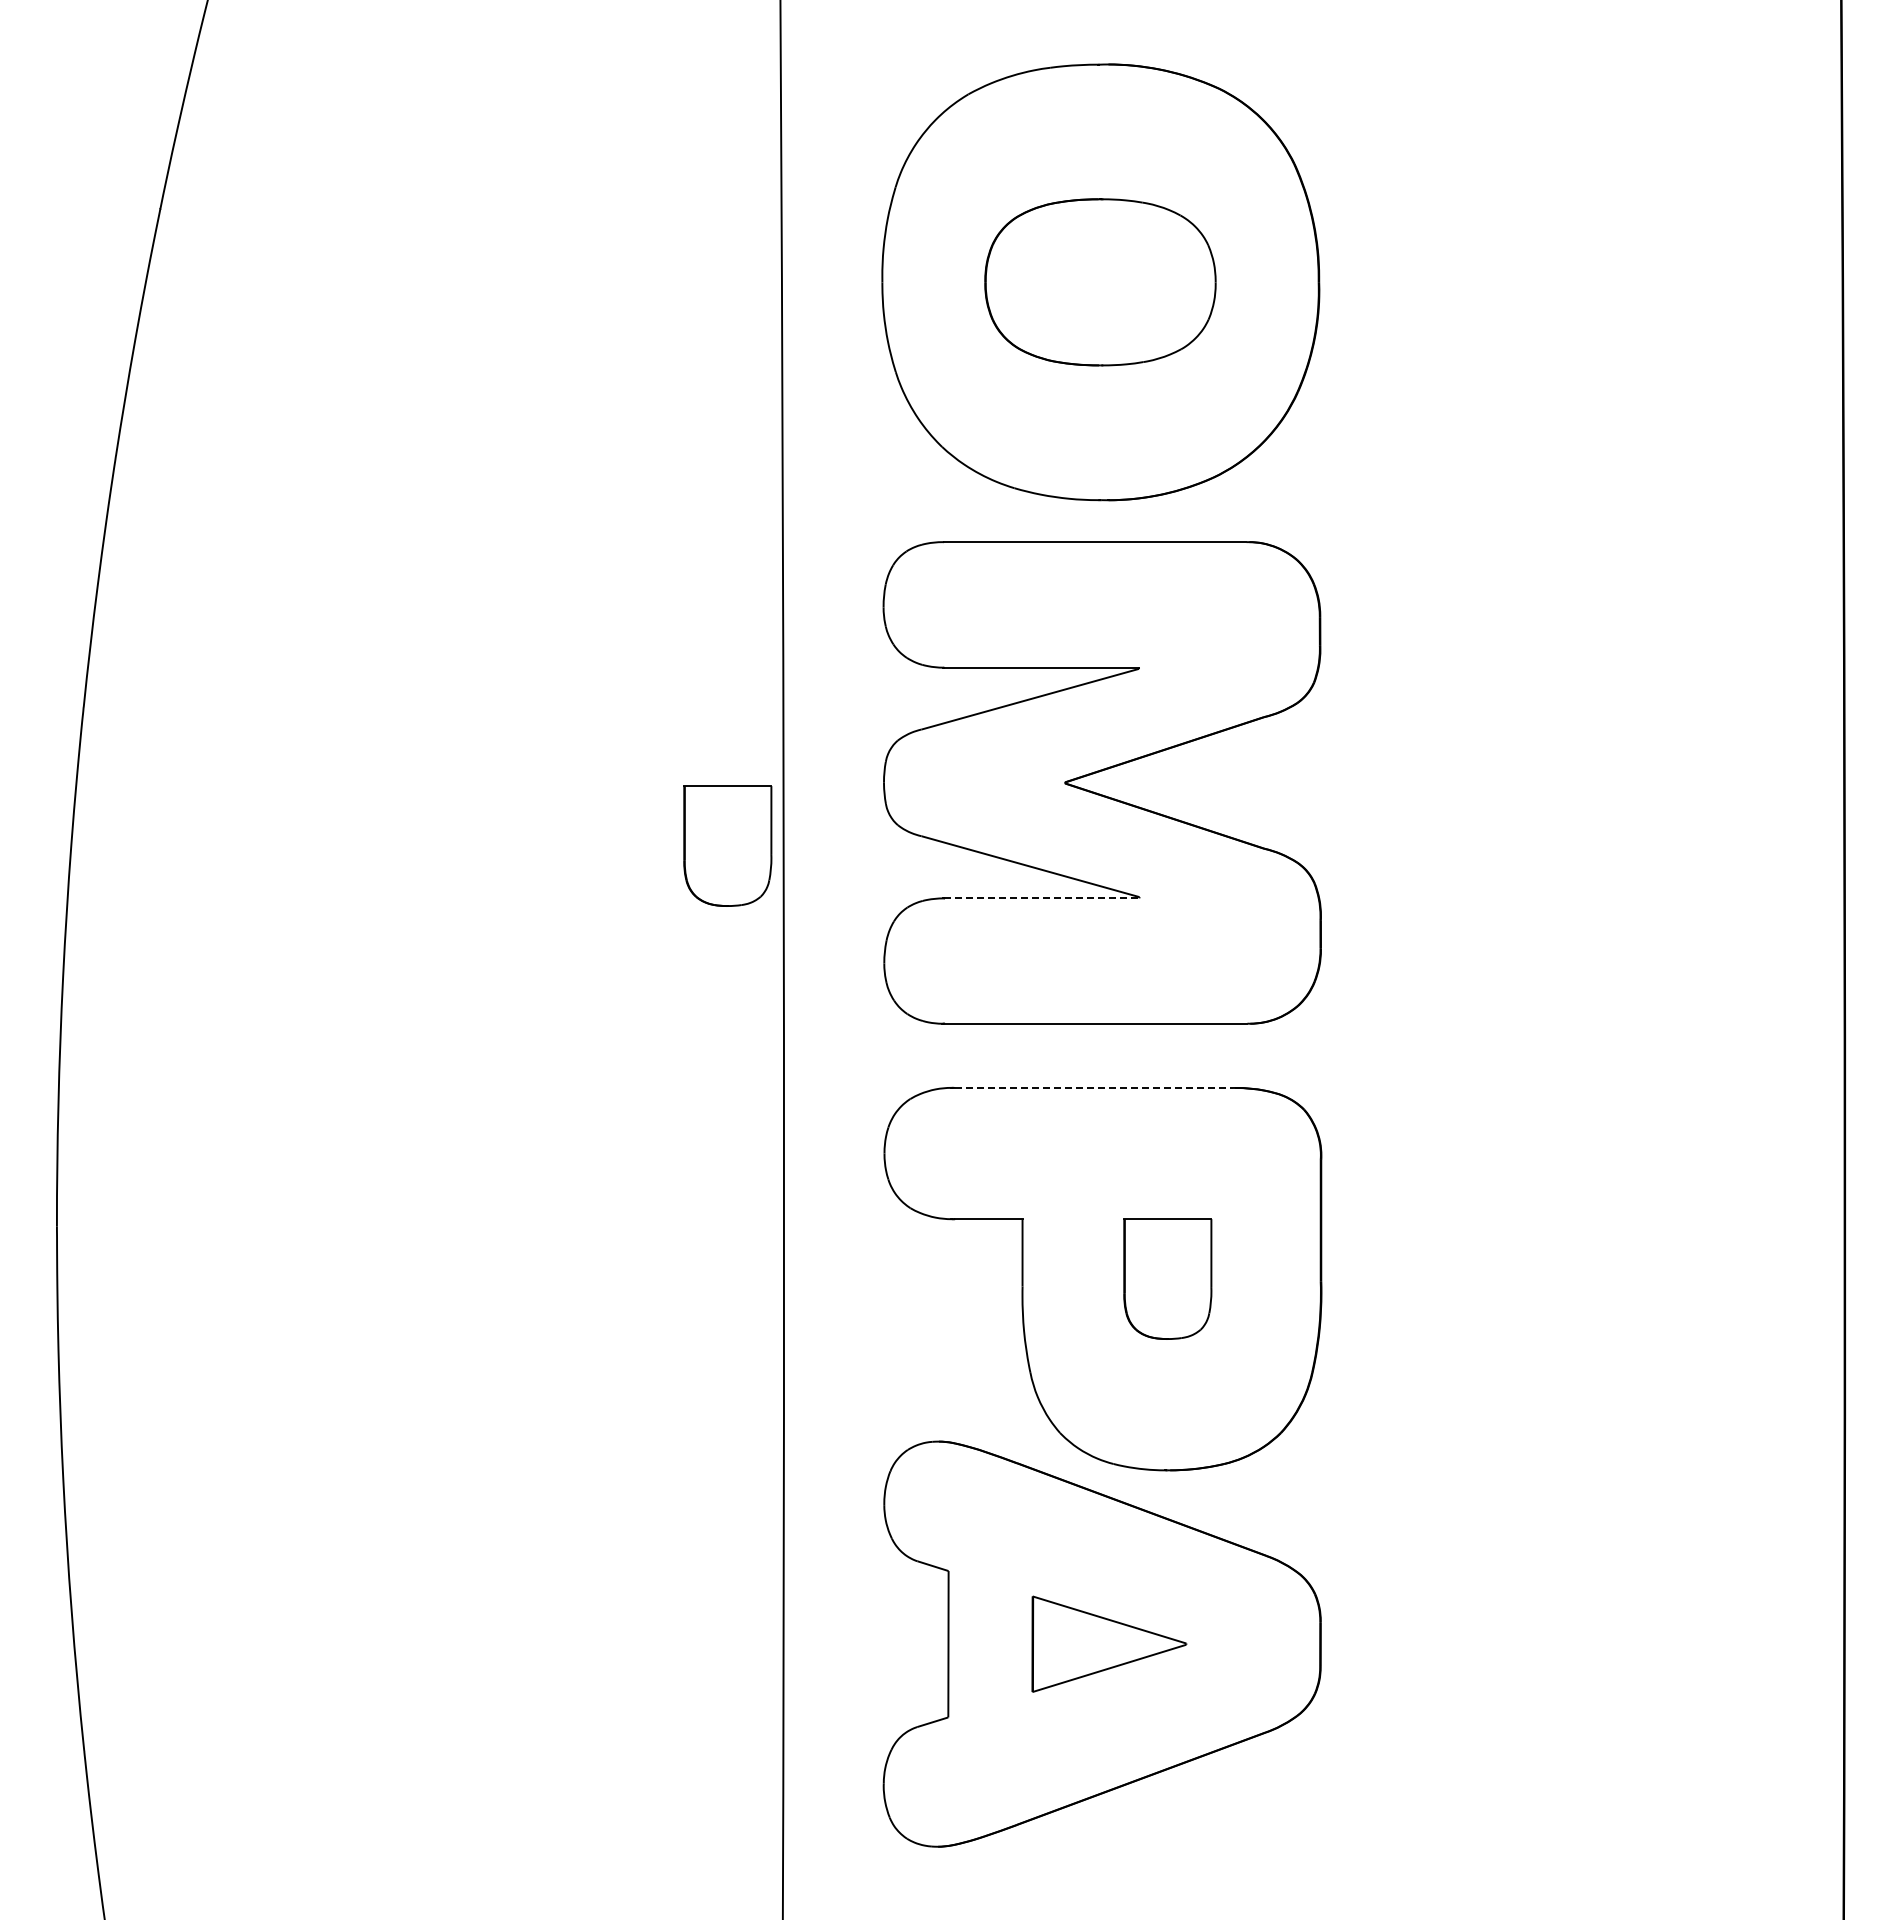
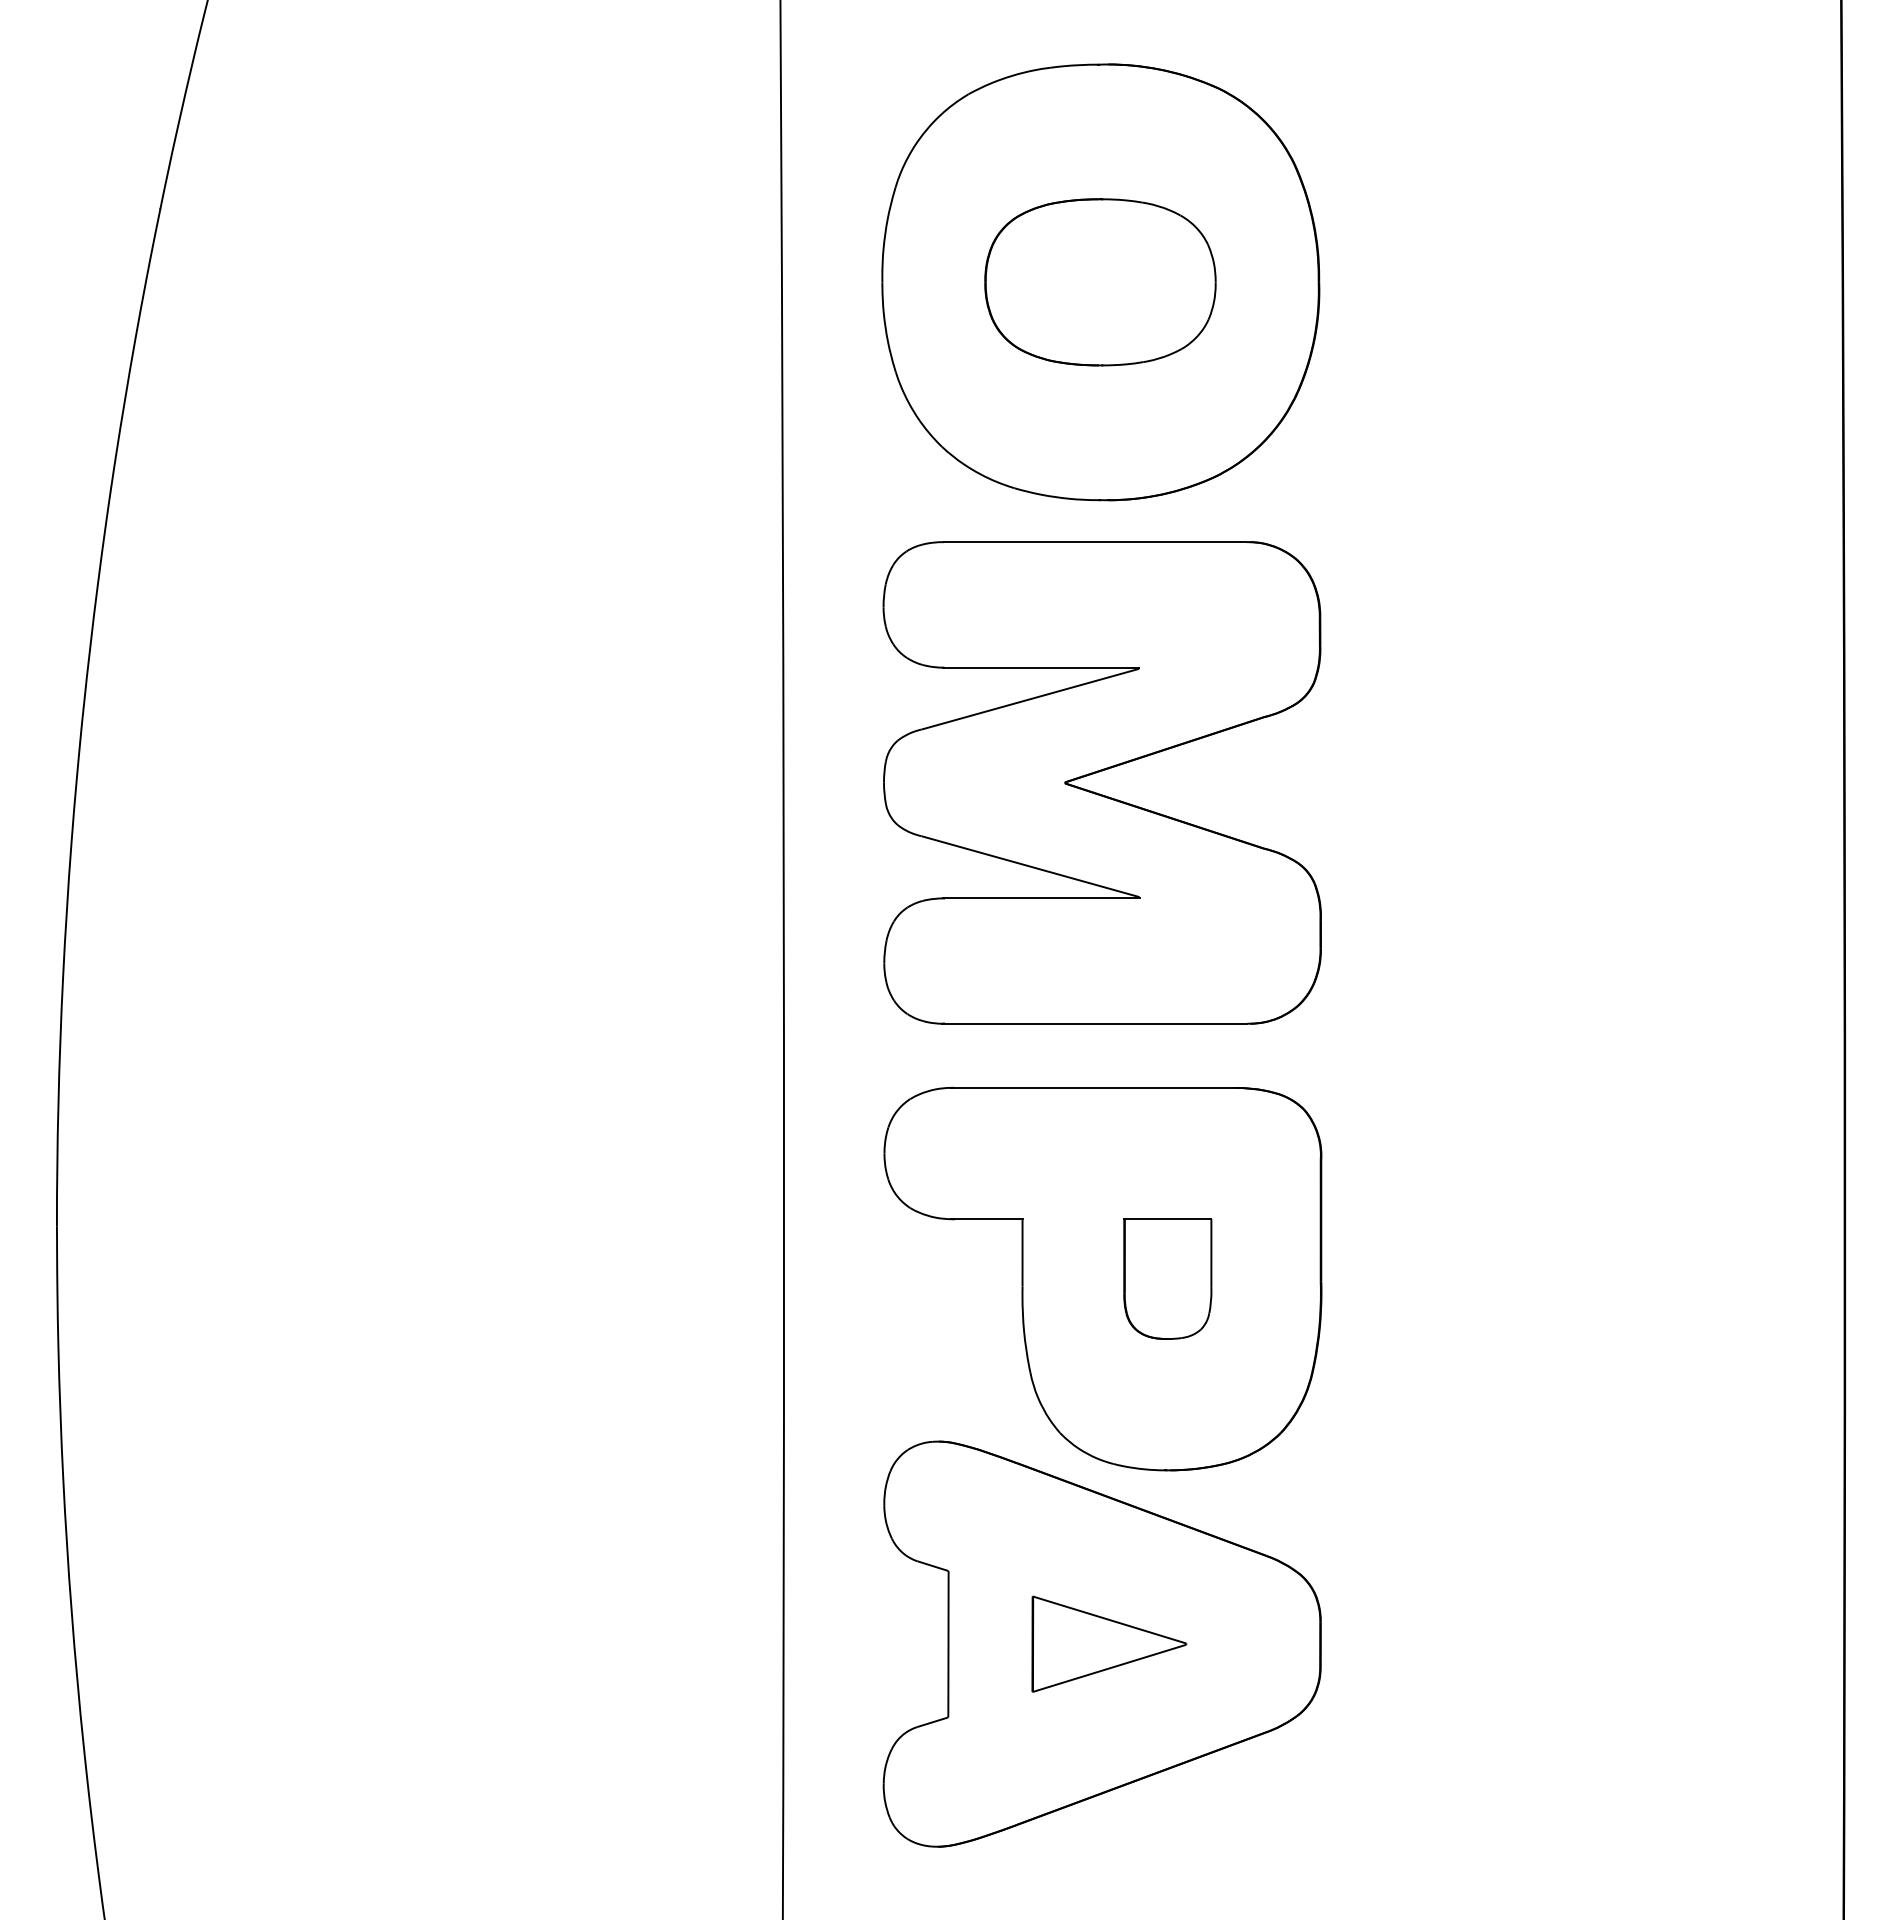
part at (727, 845): present -> none
line at (1041, 898): dashed -> solid
line at (1094, 1087): dashed -> solid
